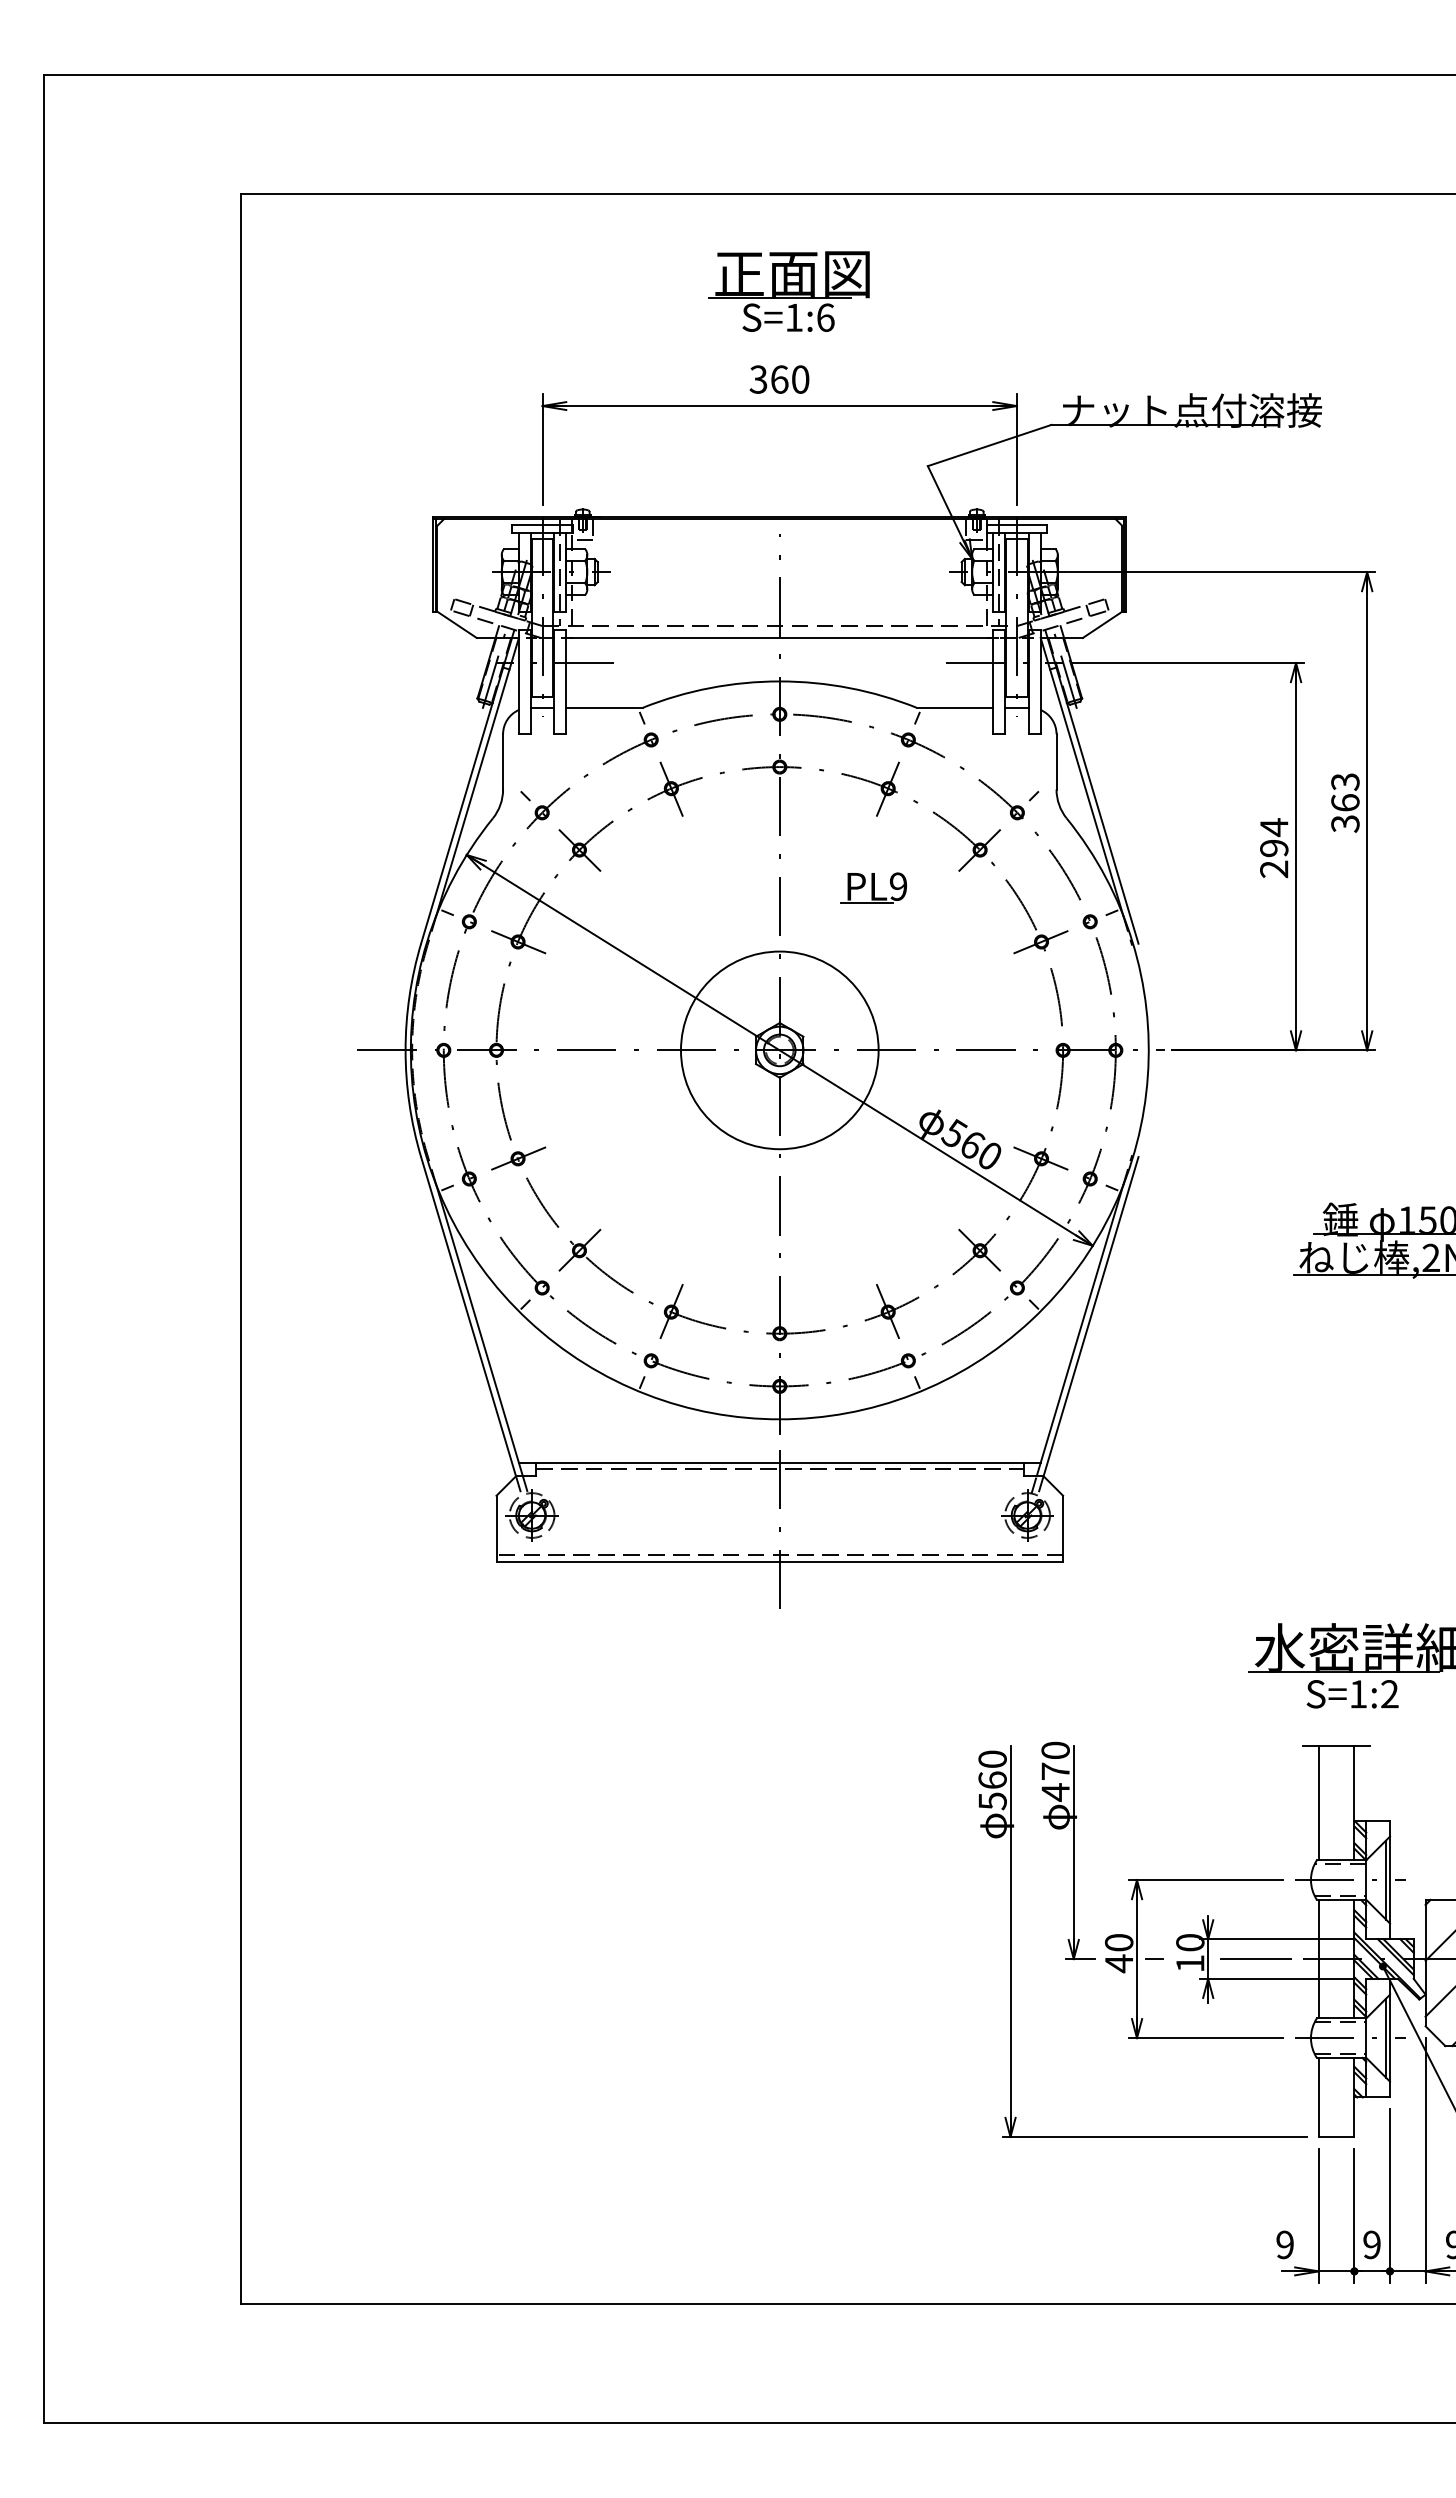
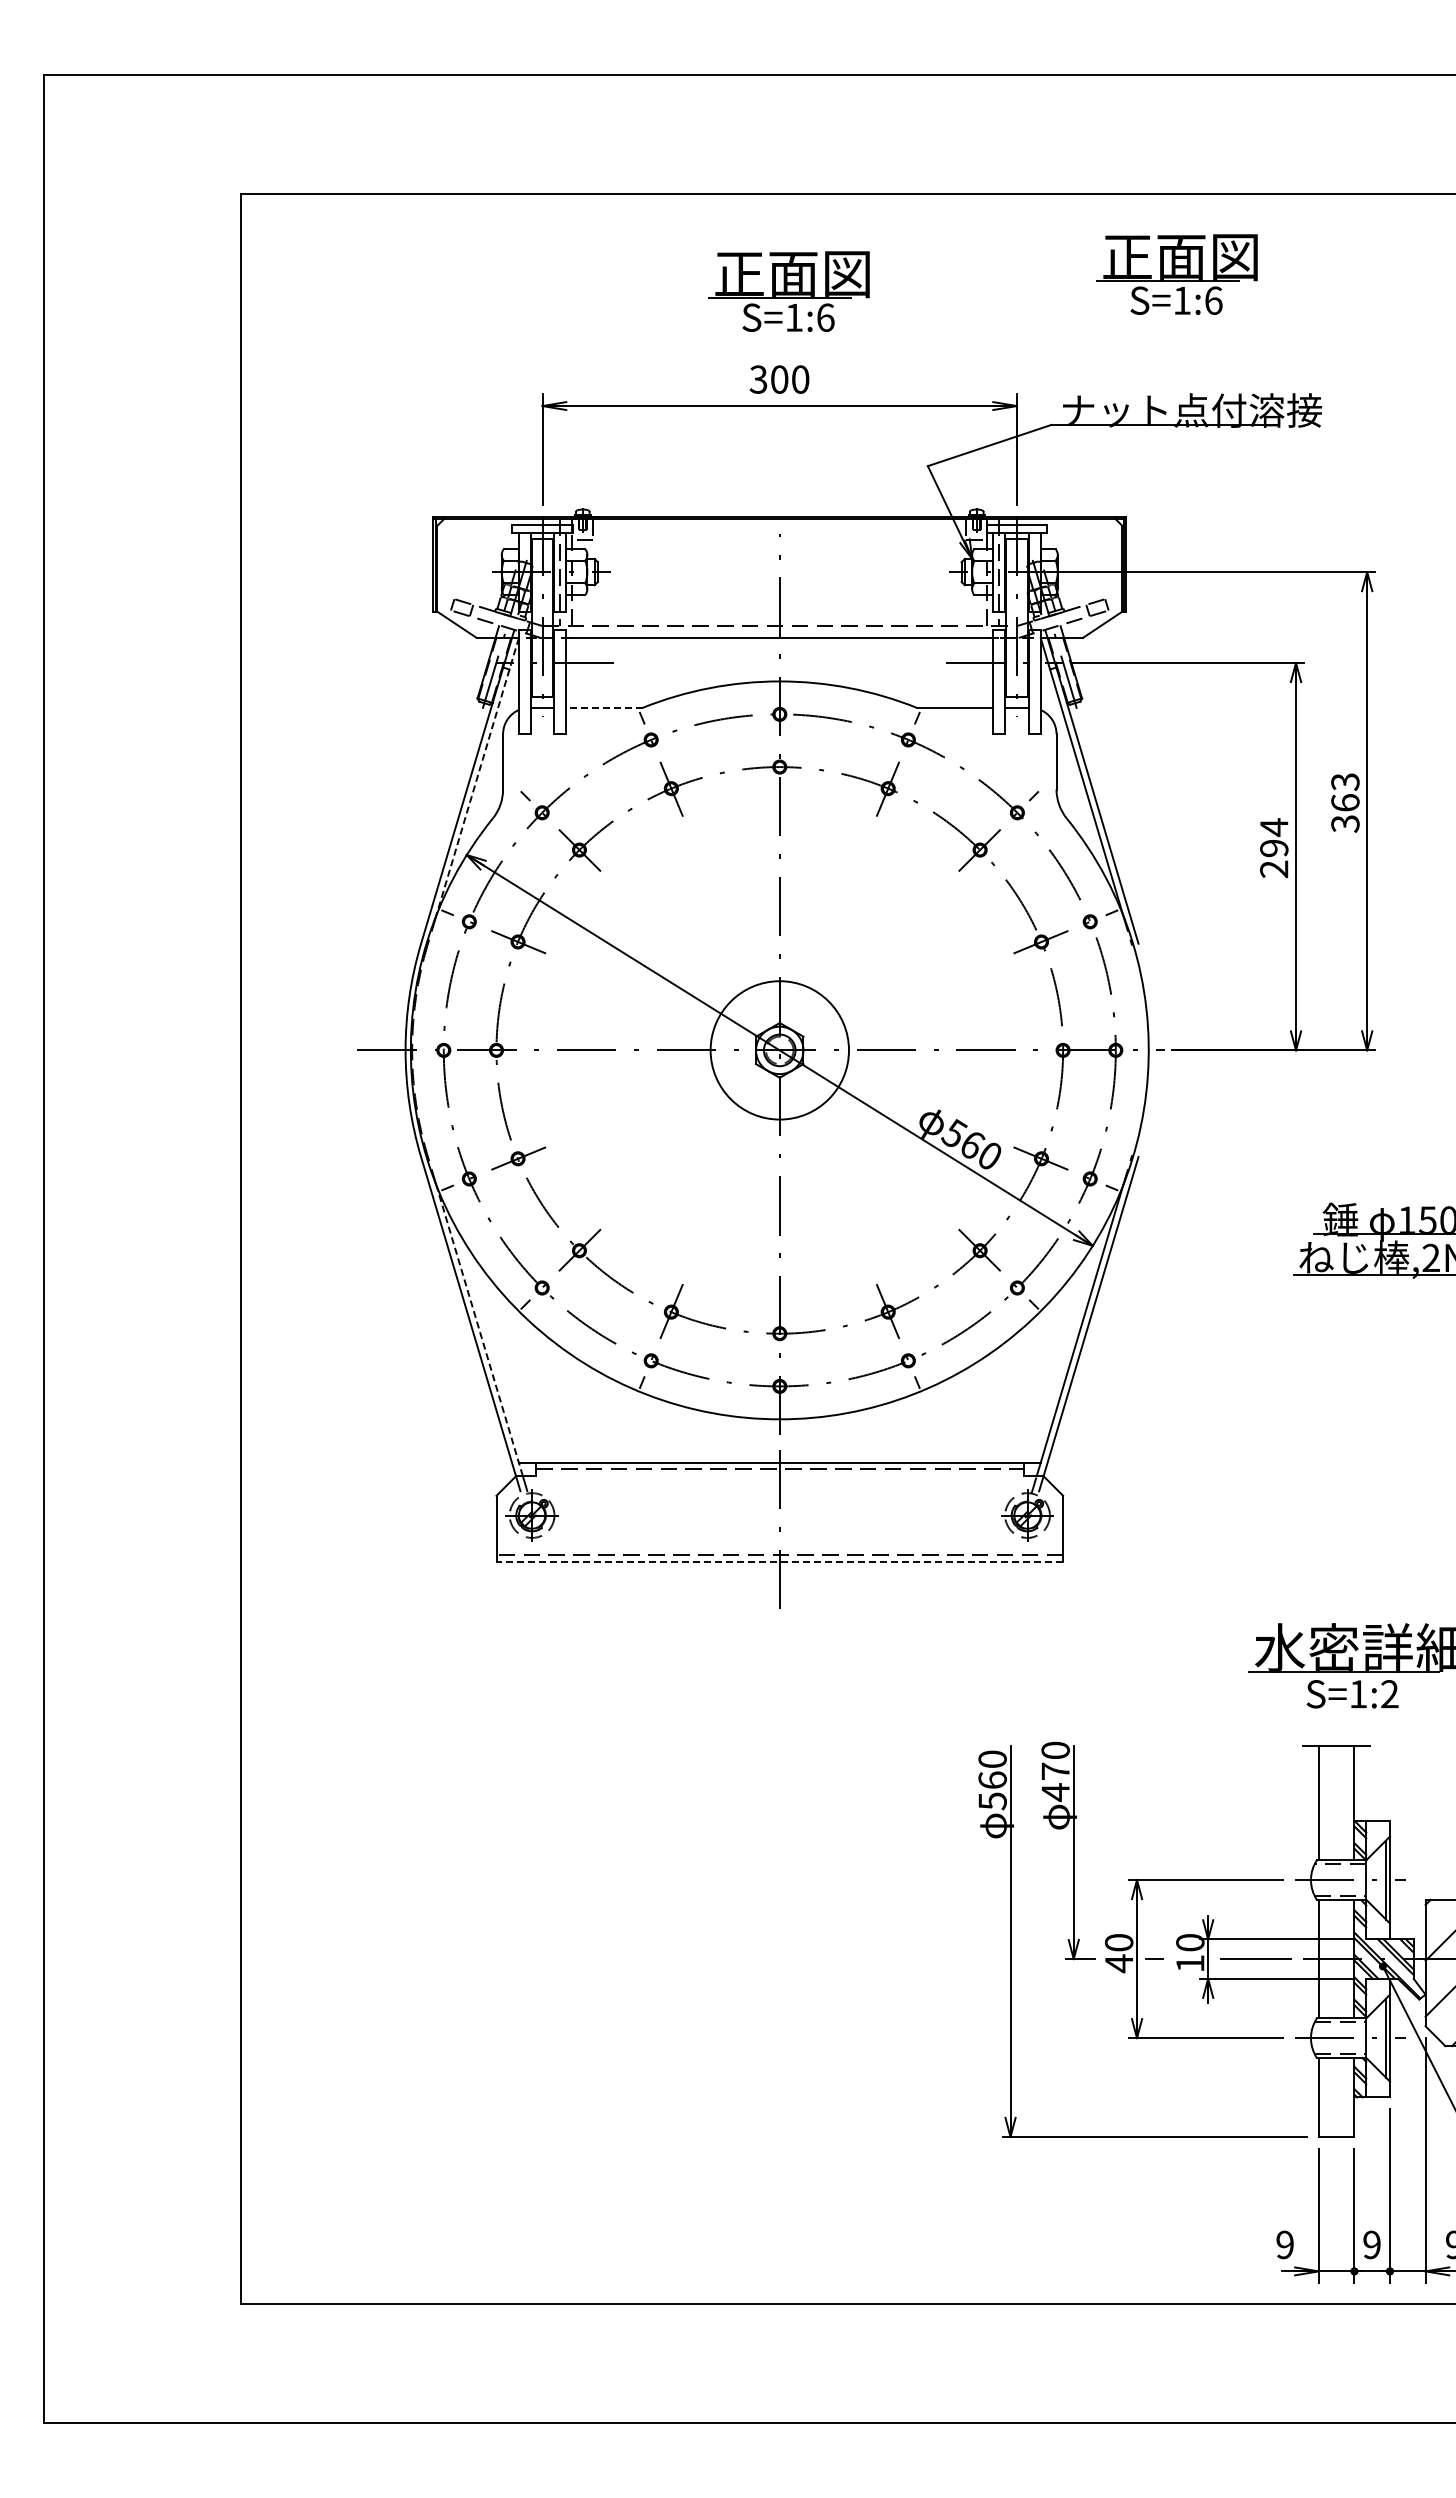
part at (1176, 274): none -> present
text at (779, 379): 360 -> 300
line at (604, 707): solid -> dashed
line at (477, 776): solid -> dashed
part at (873, 887): present -> none
circle at (779, 1050) diameter: 198 px -> 138 px
line at (479, 1330): solid -> dashed
line at (779, 1561): solid -> dashed
